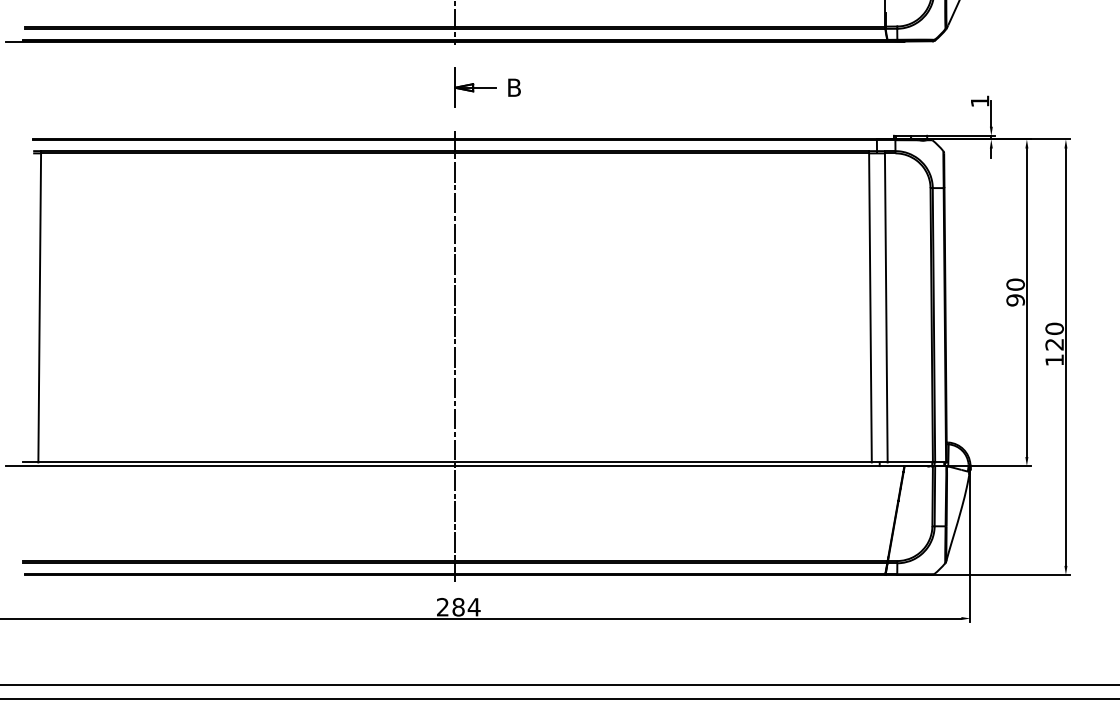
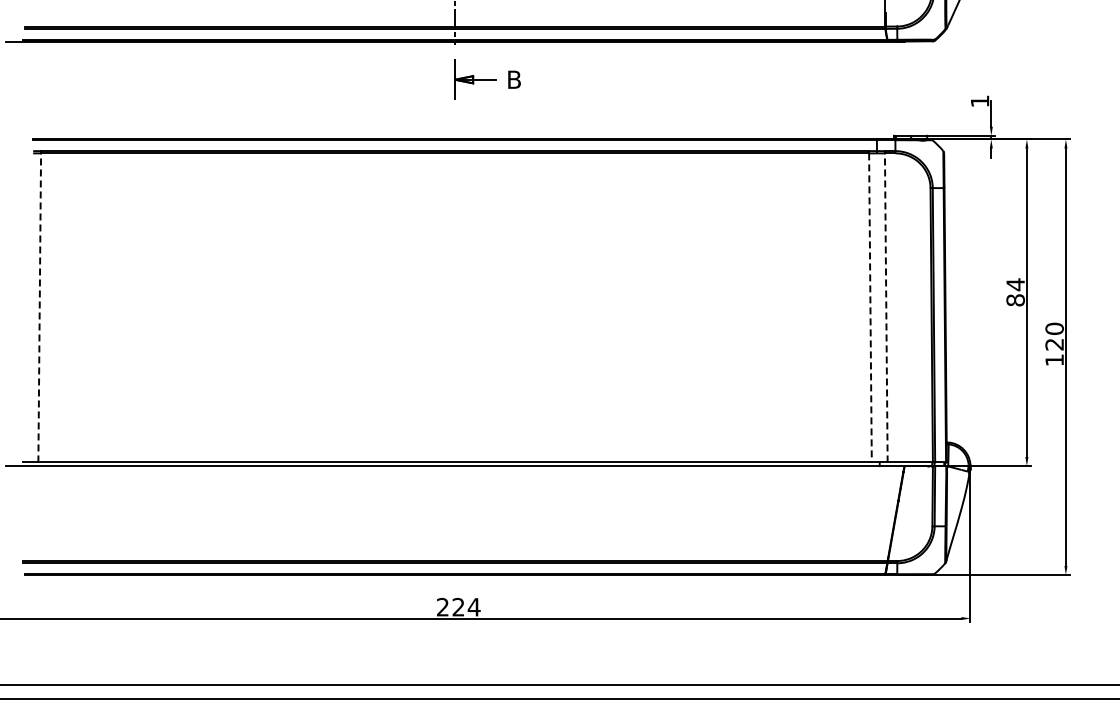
part at (487, 87) position: (487, 87) -> (487, 79)
text at (1015, 292): 90 -> 84
line at (39, 307): solid -> dashed
line at (870, 307): solid -> dashed
line at (886, 307): solid -> dashed
line at (455, 356): present -> none
text at (458, 607): 284 -> 224
